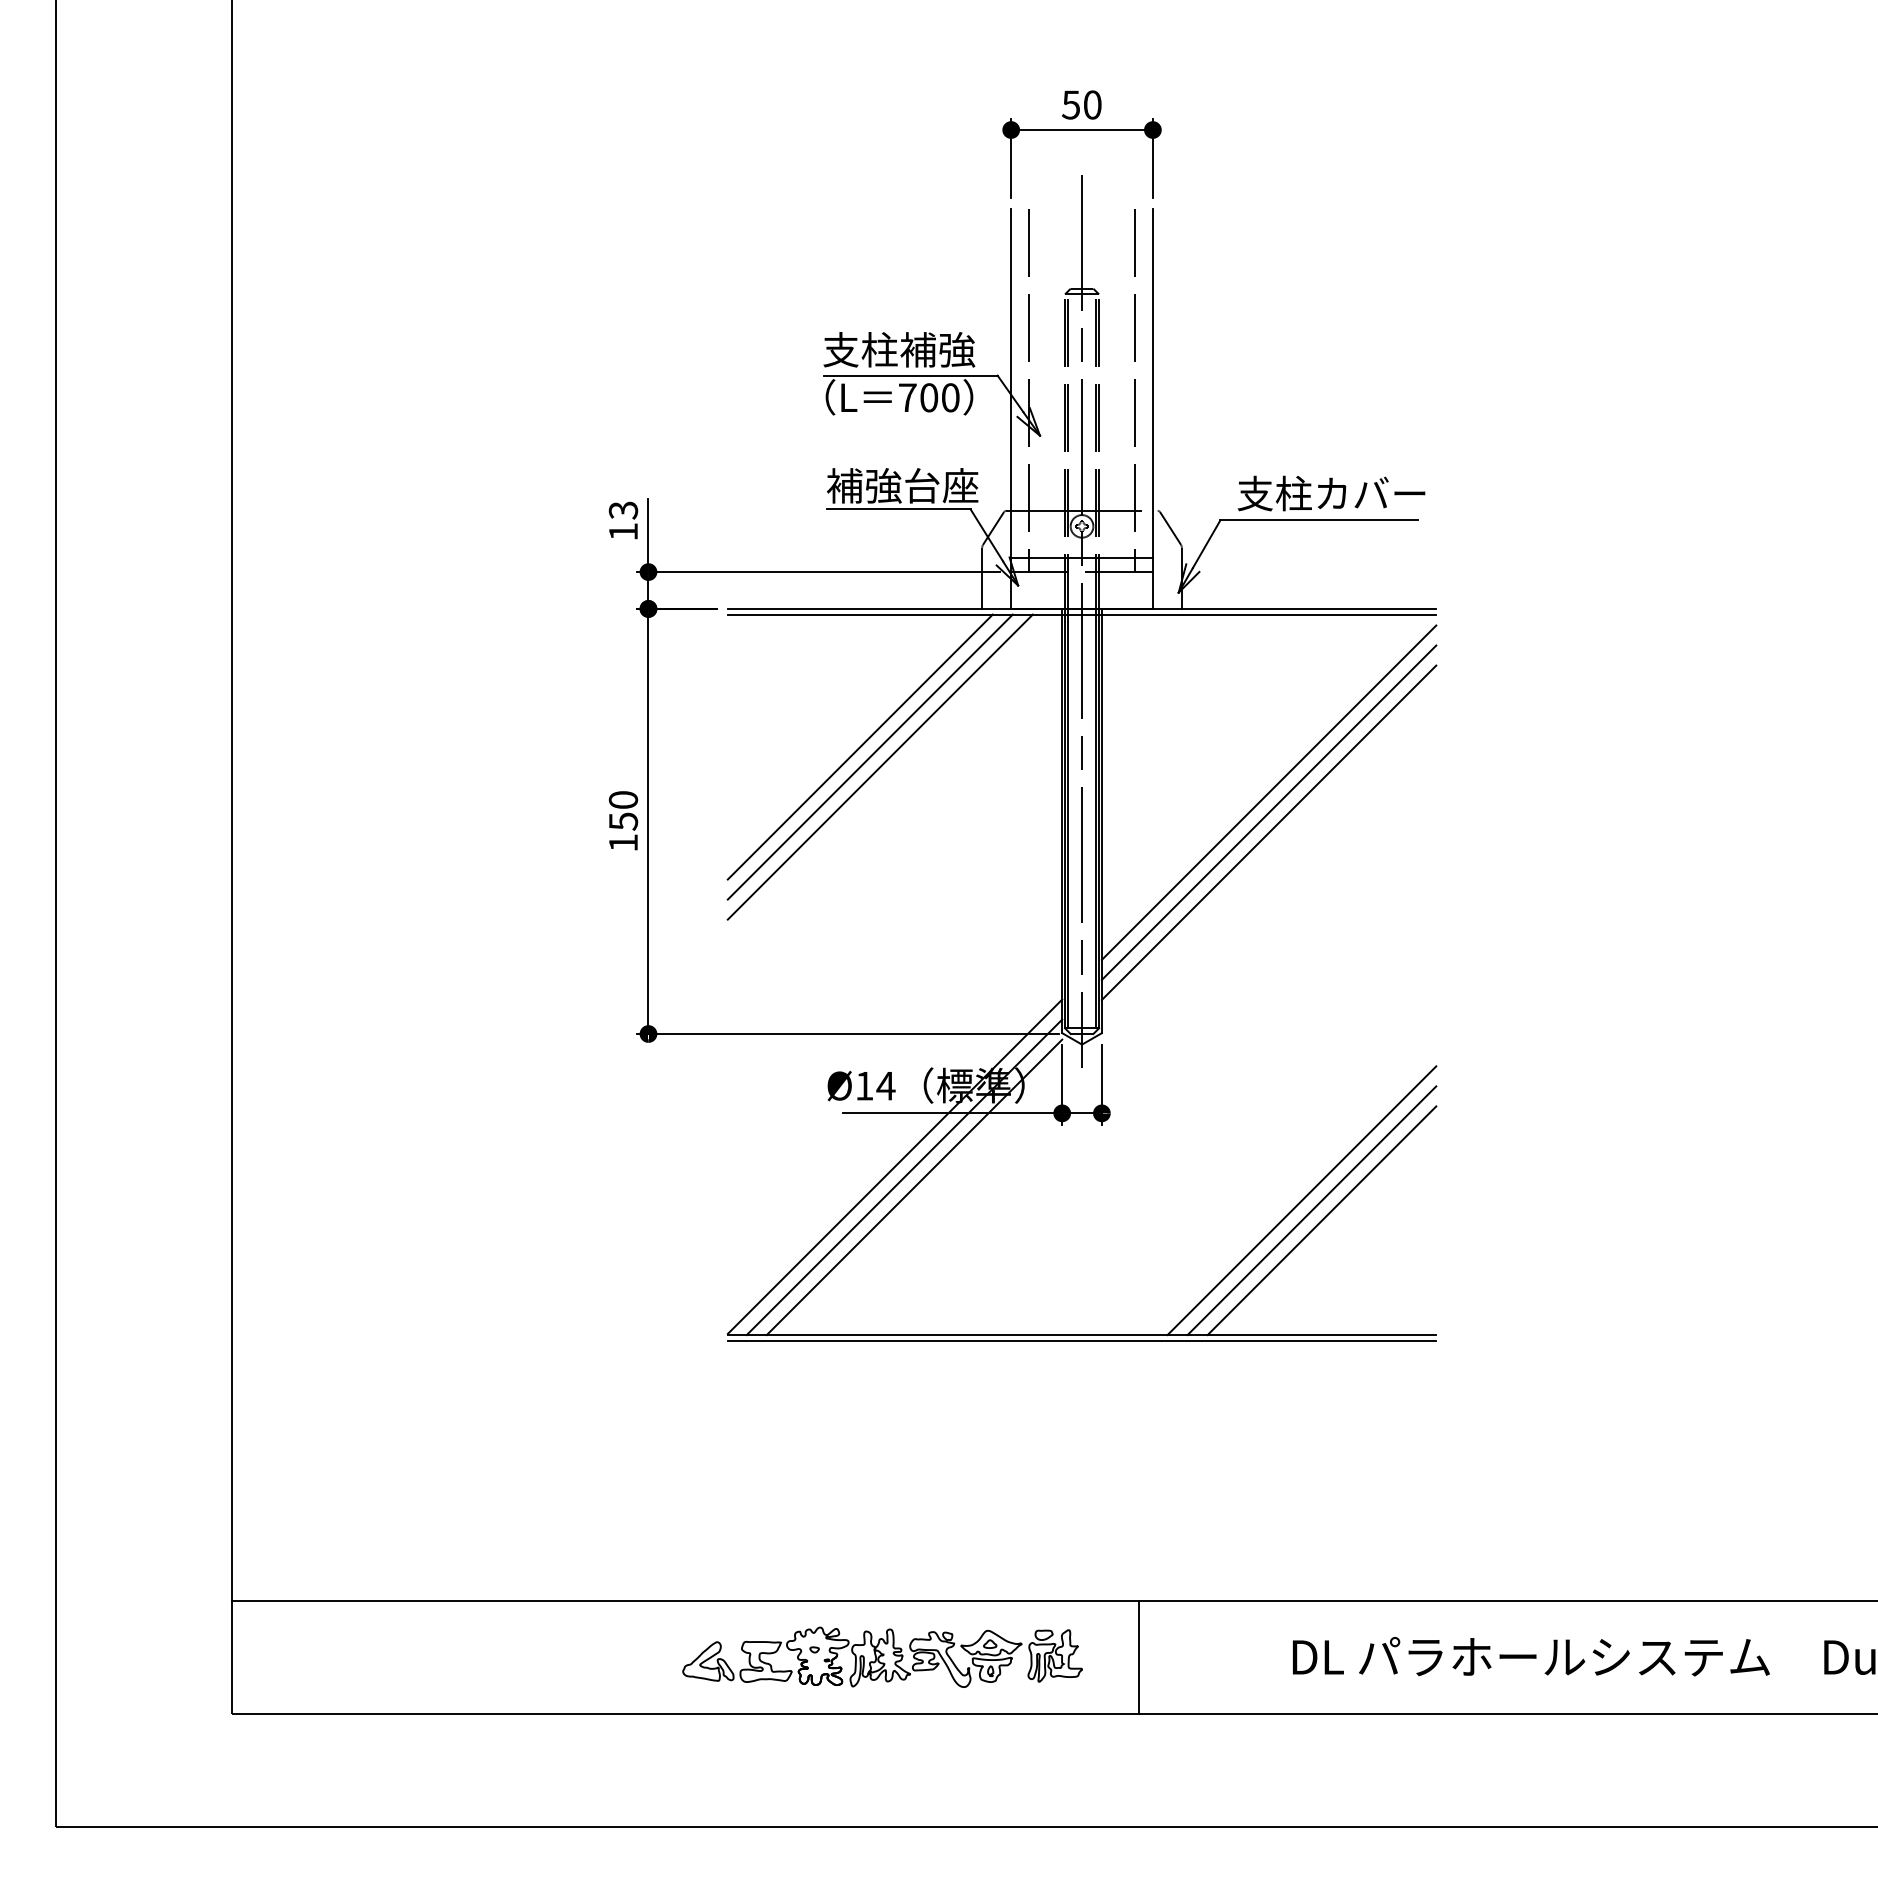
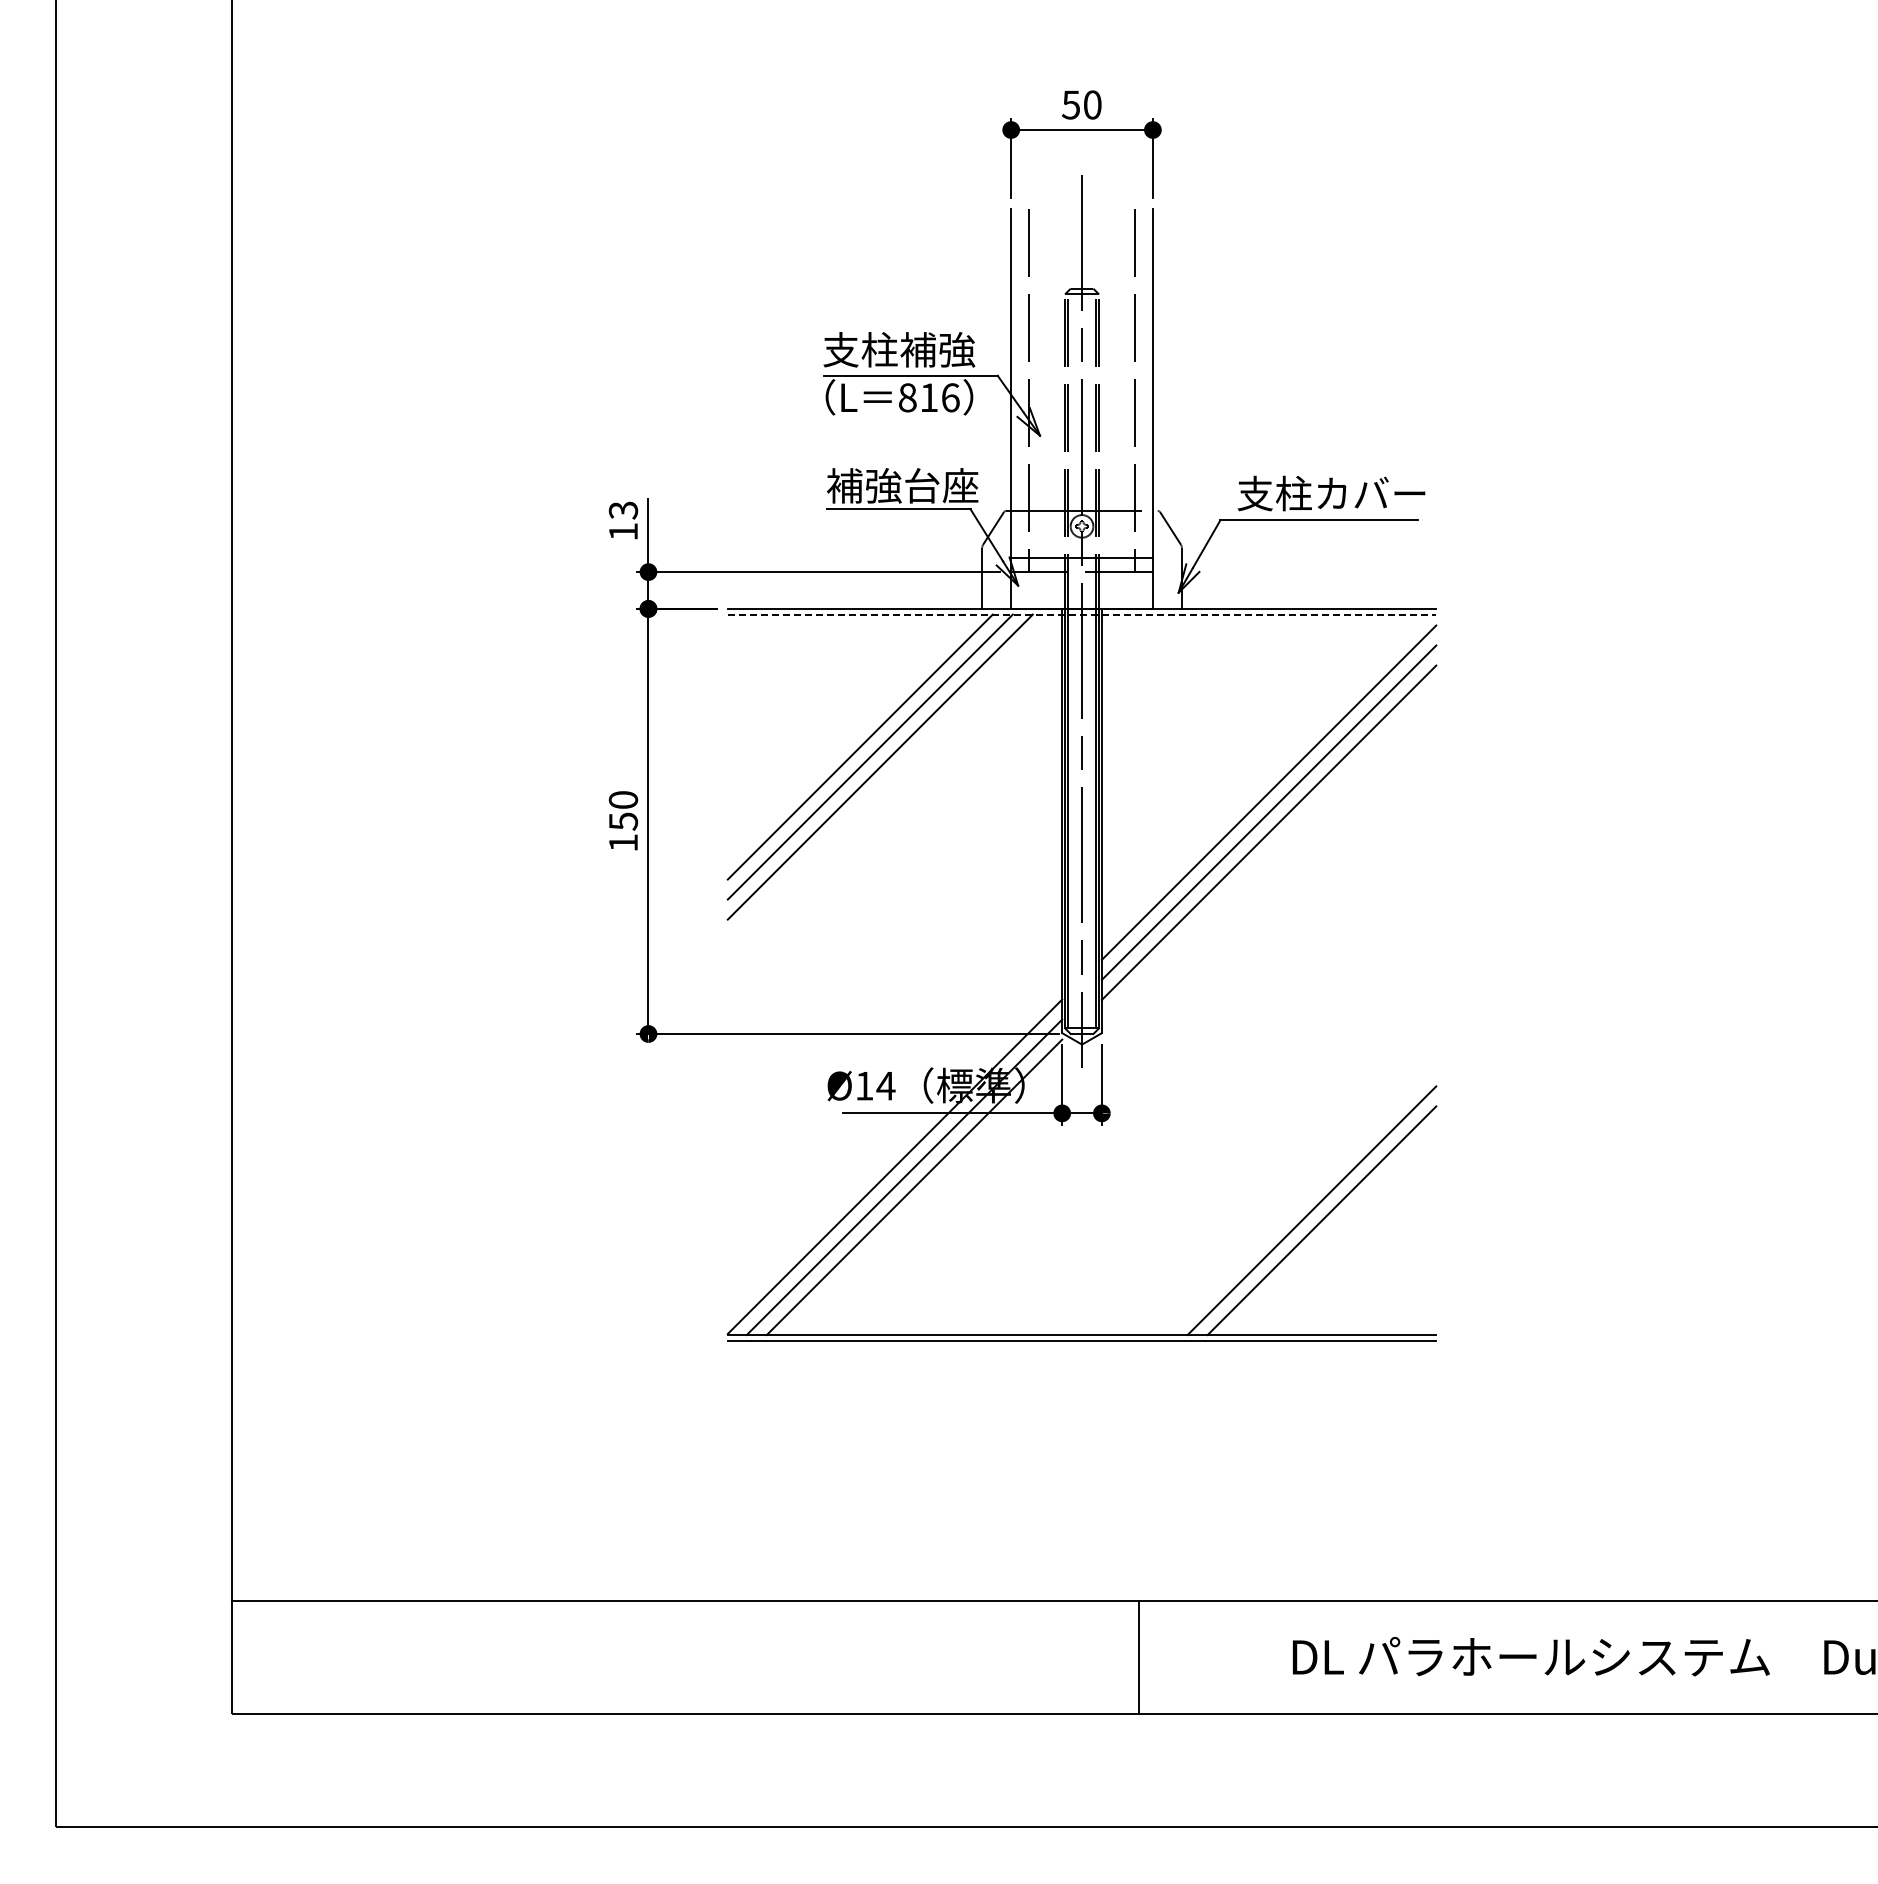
text at (929, 397): 700 -> 816
line at (1082, 614): solid -> dashed
line at (1301, 1200): present -> none
part at (882, 1656): present -> none
